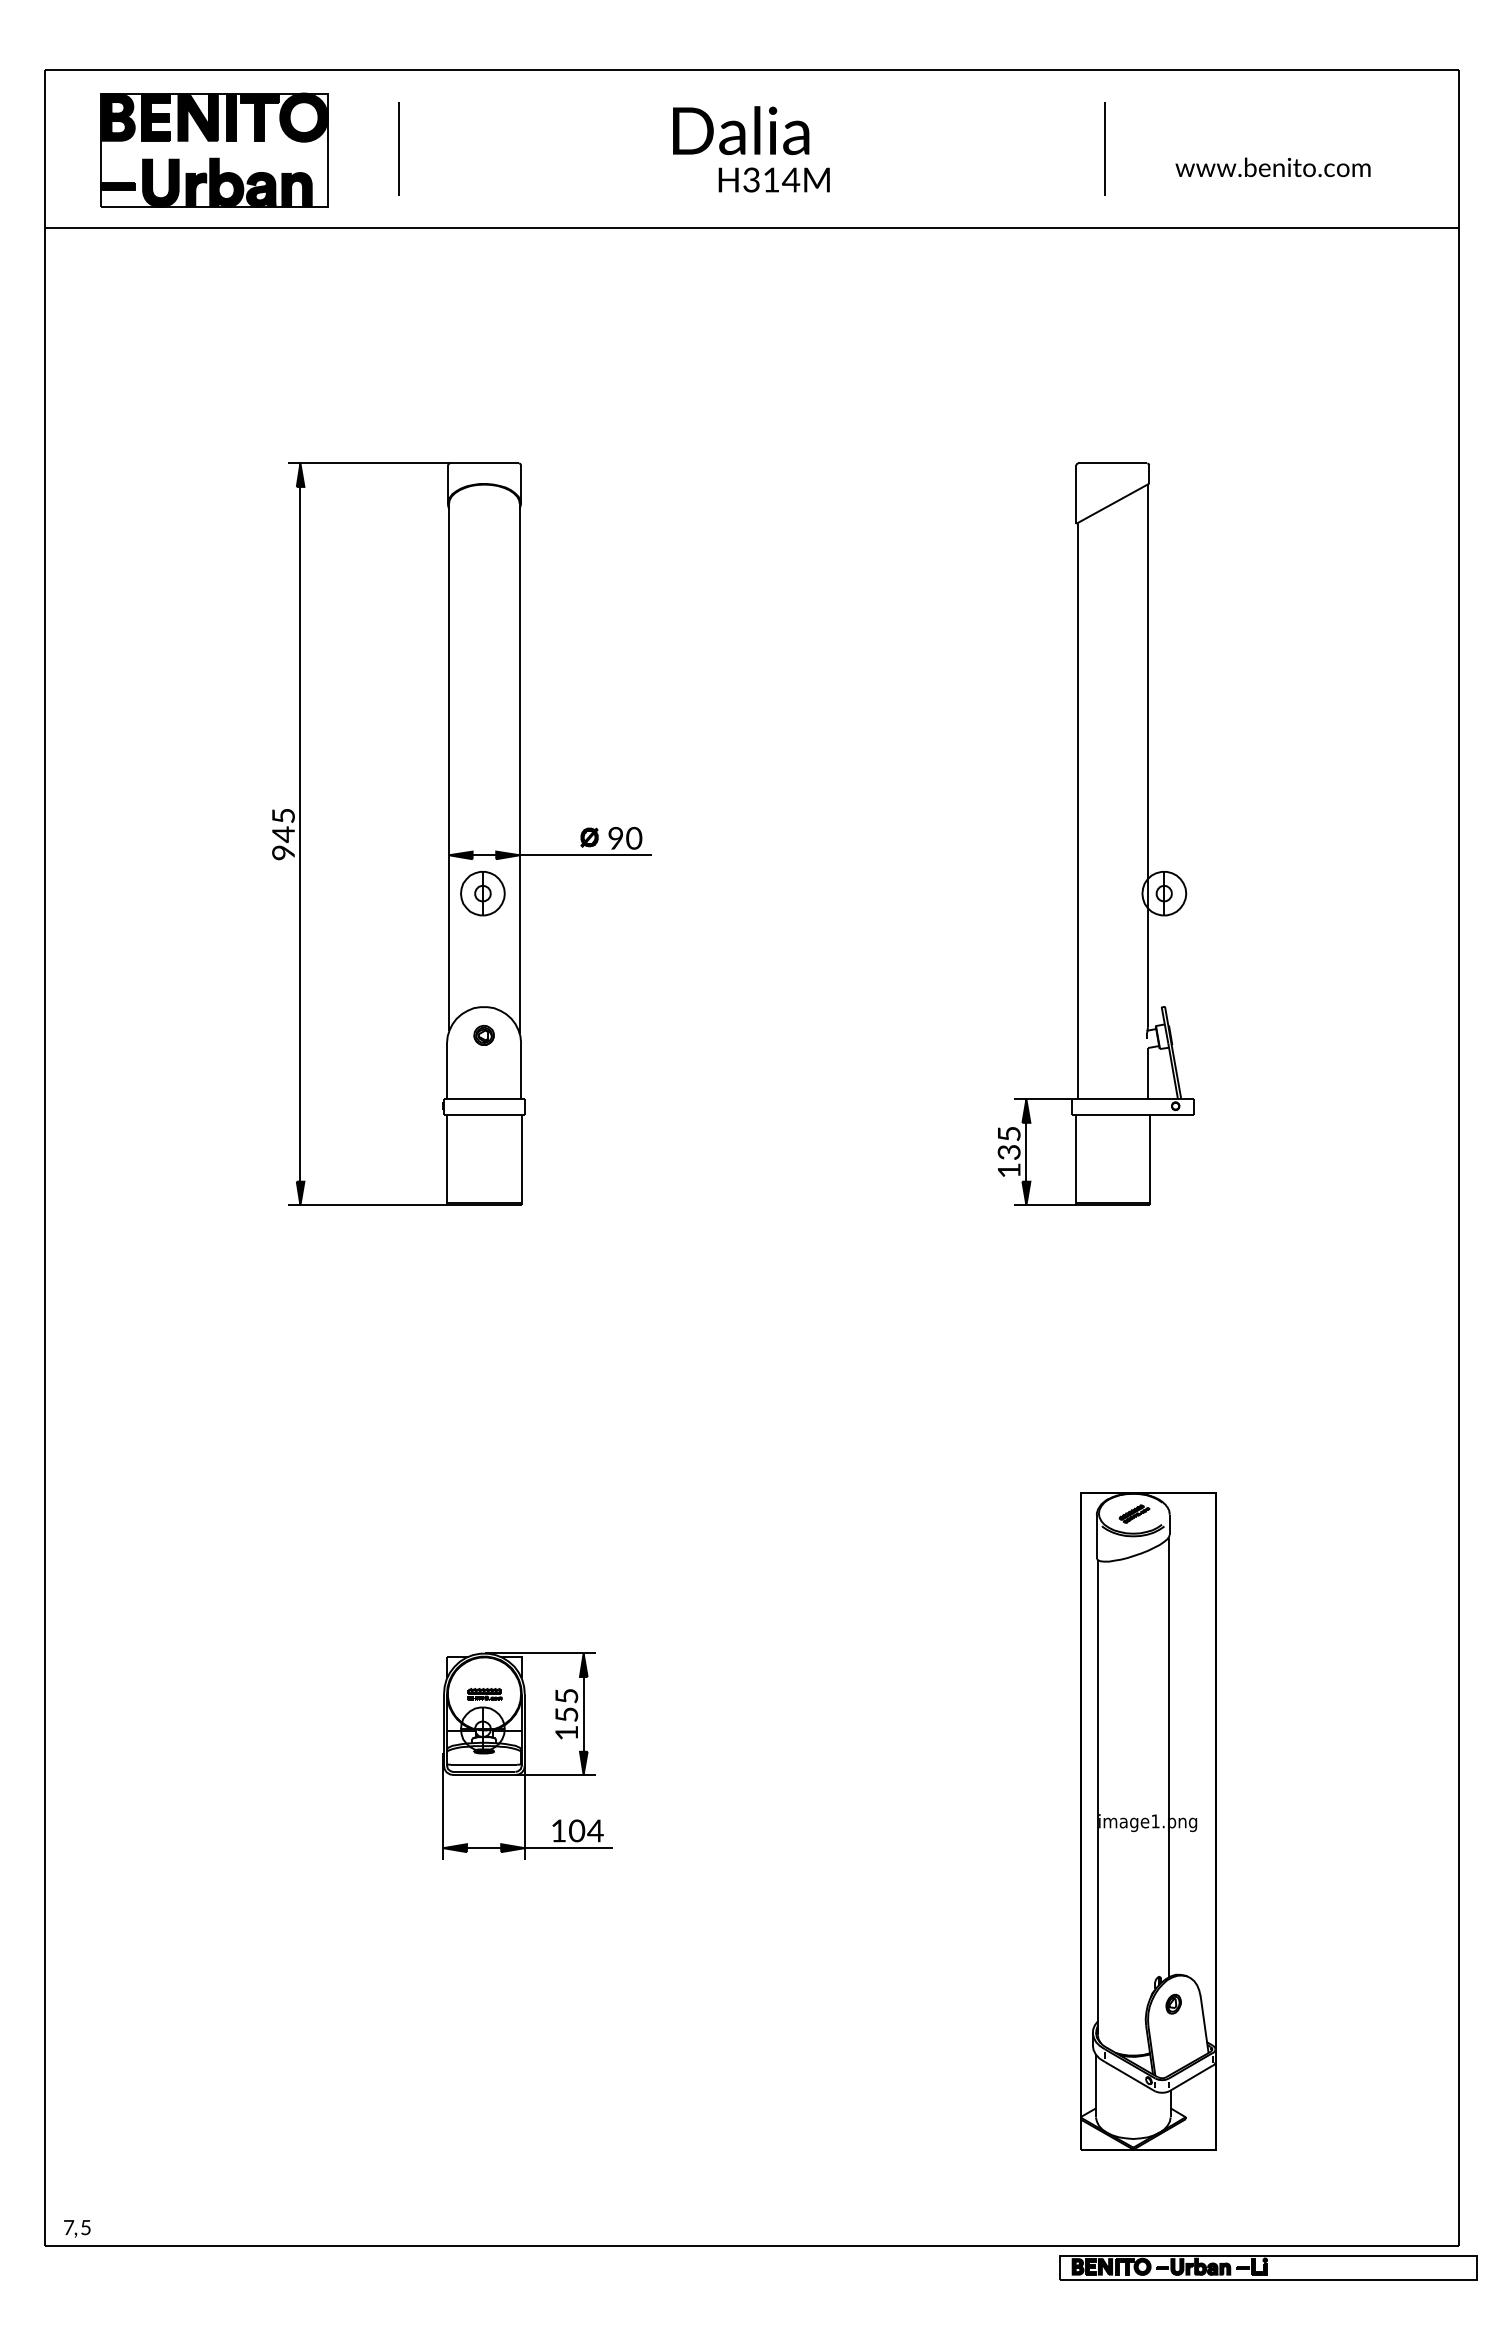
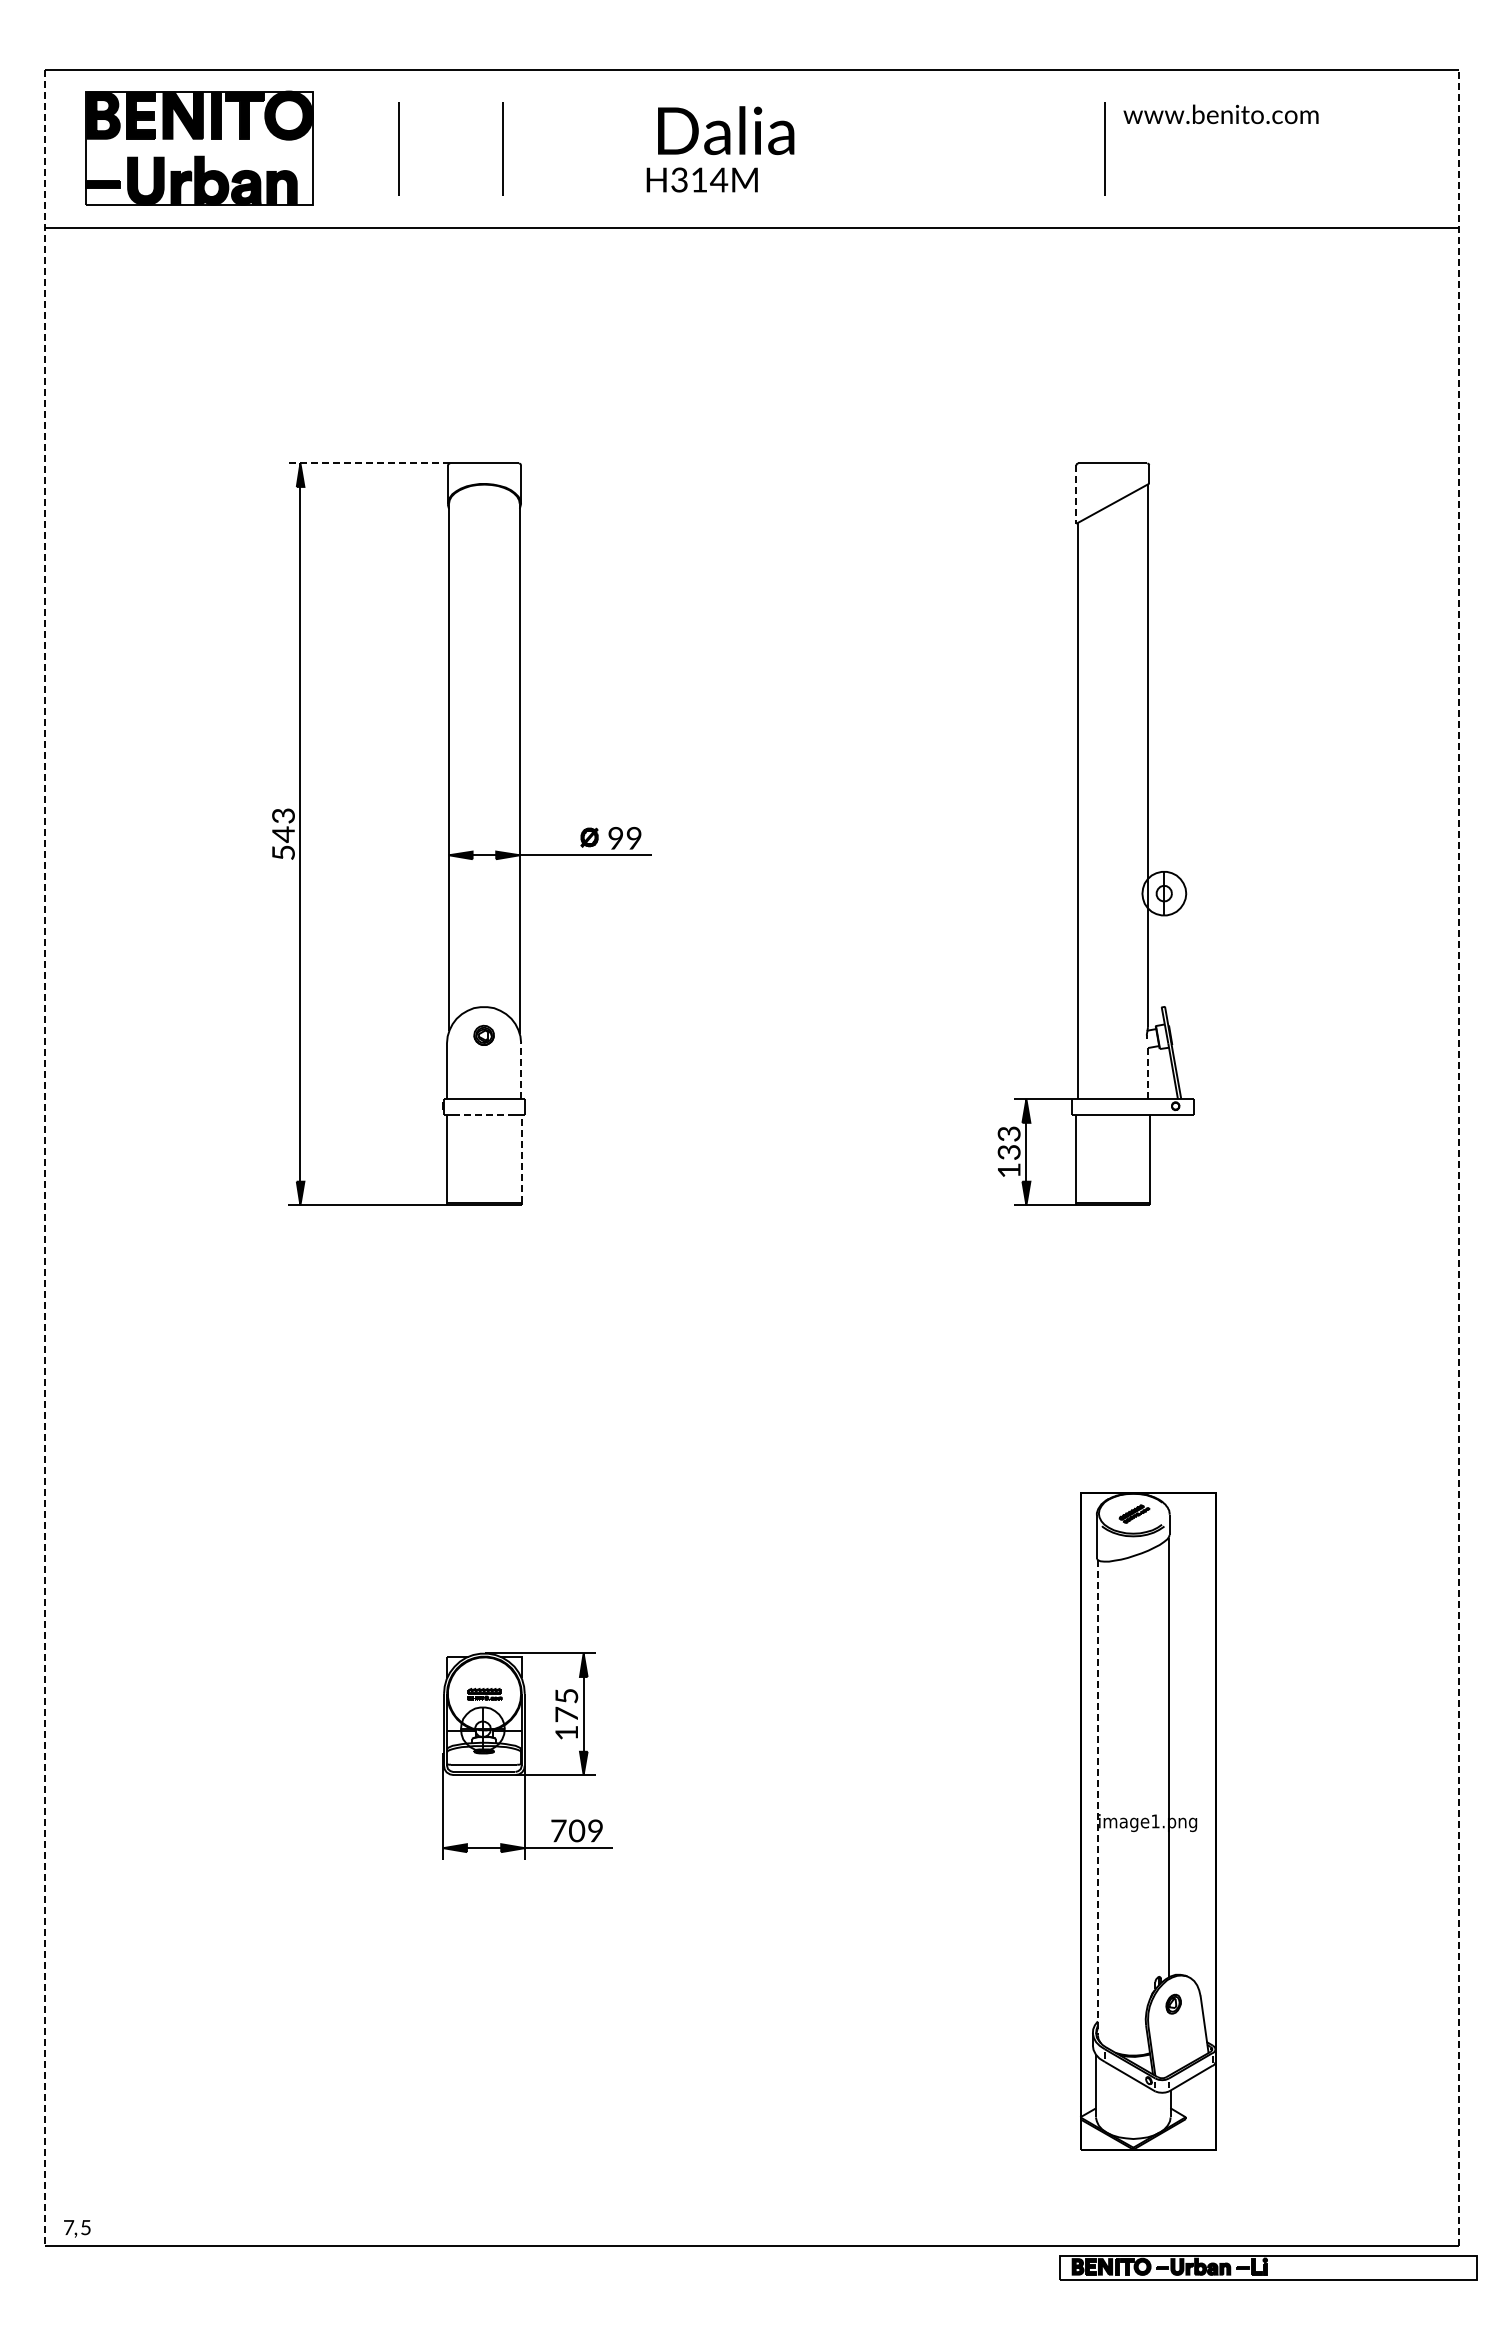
text at (741, 130) position: (741, 130) -> (726, 130)
line at (502, 148): none -> present
part at (214, 149) position: (214, 149) -> (199, 147)
text at (1272, 167) position: (1272, 167) -> (1220, 114)
text at (773, 179) position: (773, 179) -> (701, 179)
line at (369, 463): solid -> dashed
line at (1076, 495): solid -> dashed
text at (283, 815): 5 -> 3
text at (634, 838): 0 -> 9
text at (283, 852): 9 -> 5
part at (482, 893): present -> none
line at (521, 1070): solid -> dashed
line at (1148, 1073): solid -> dashed
line at (484, 1114): solid -> dashed
text at (1008, 1133): 5 -> 3
line at (45, 1158): solid -> dashed
line at (521, 1158): solid -> dashed
line at (1458, 1158): solid -> dashed
text at (566, 1714): 5 -> 7
line at (1097, 1797): solid -> dashed
text at (558, 1830): 1 -> 7
text at (595, 1830): 4 -> 9
